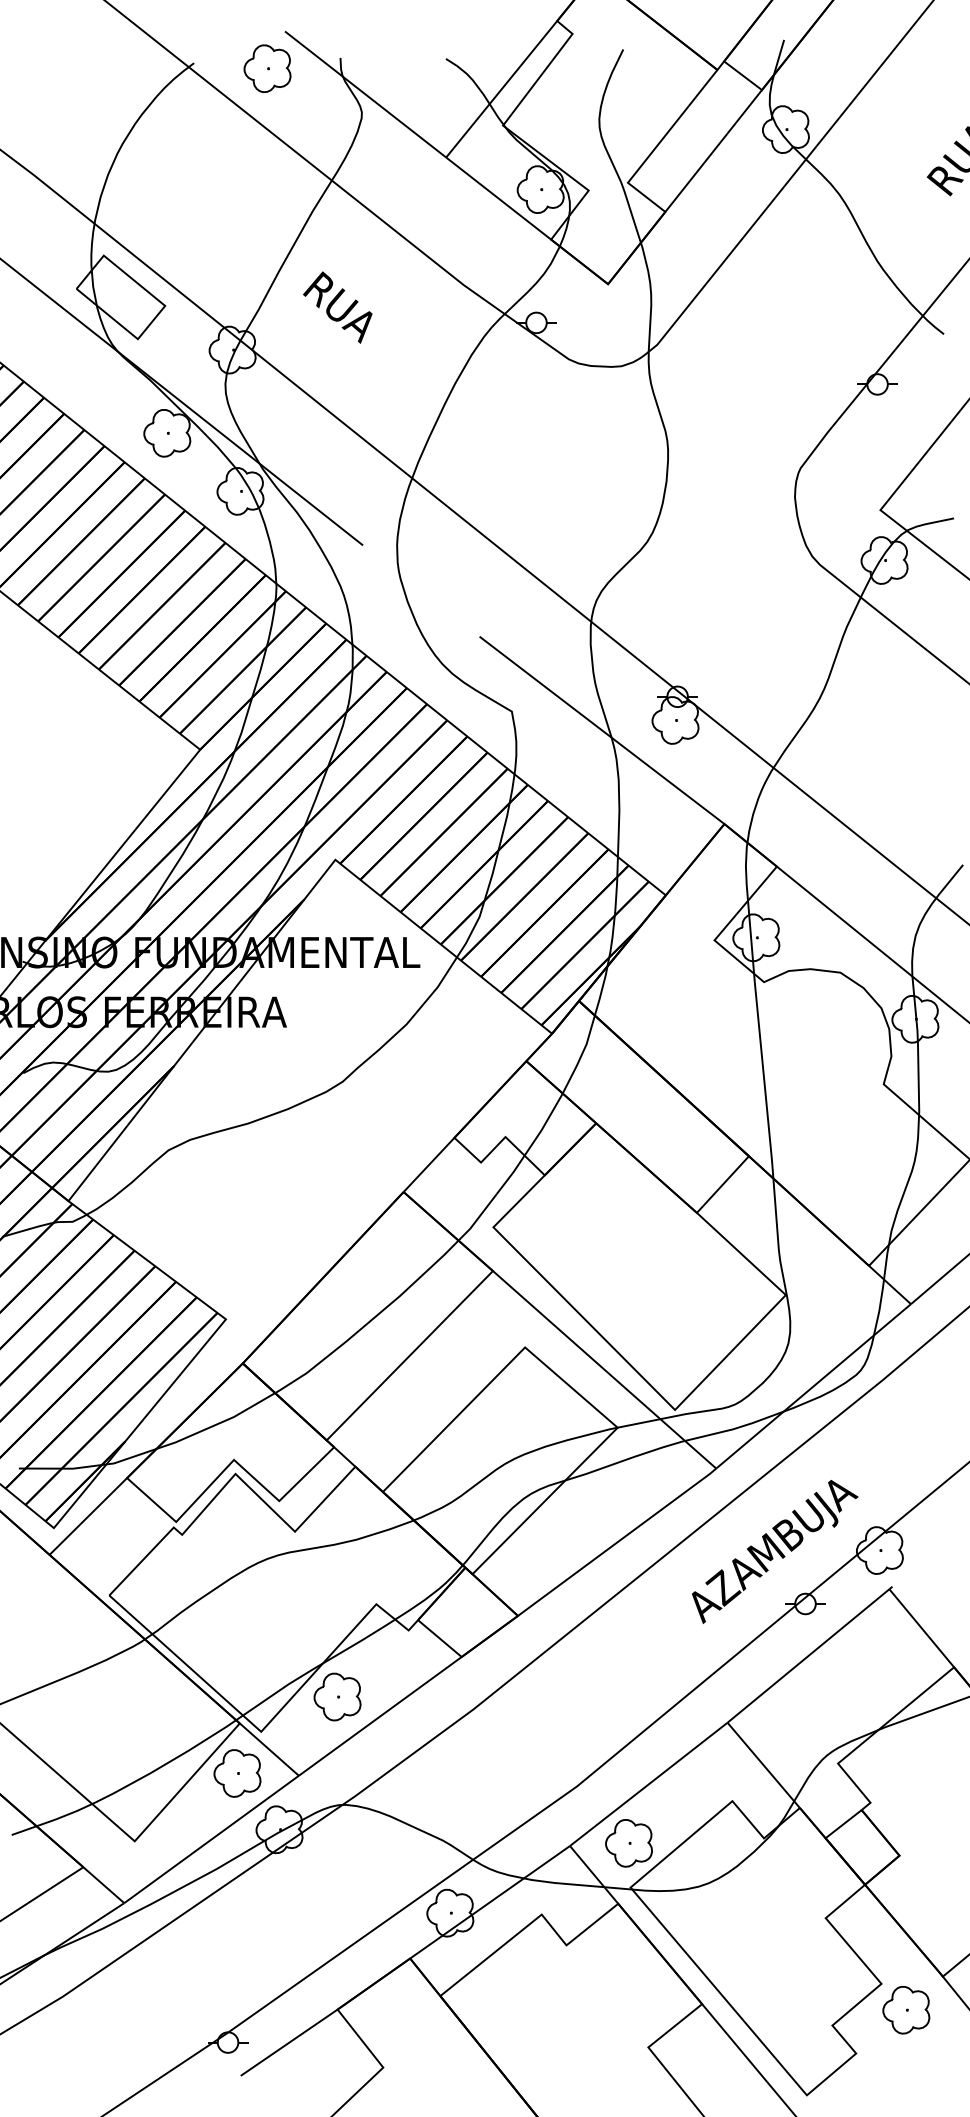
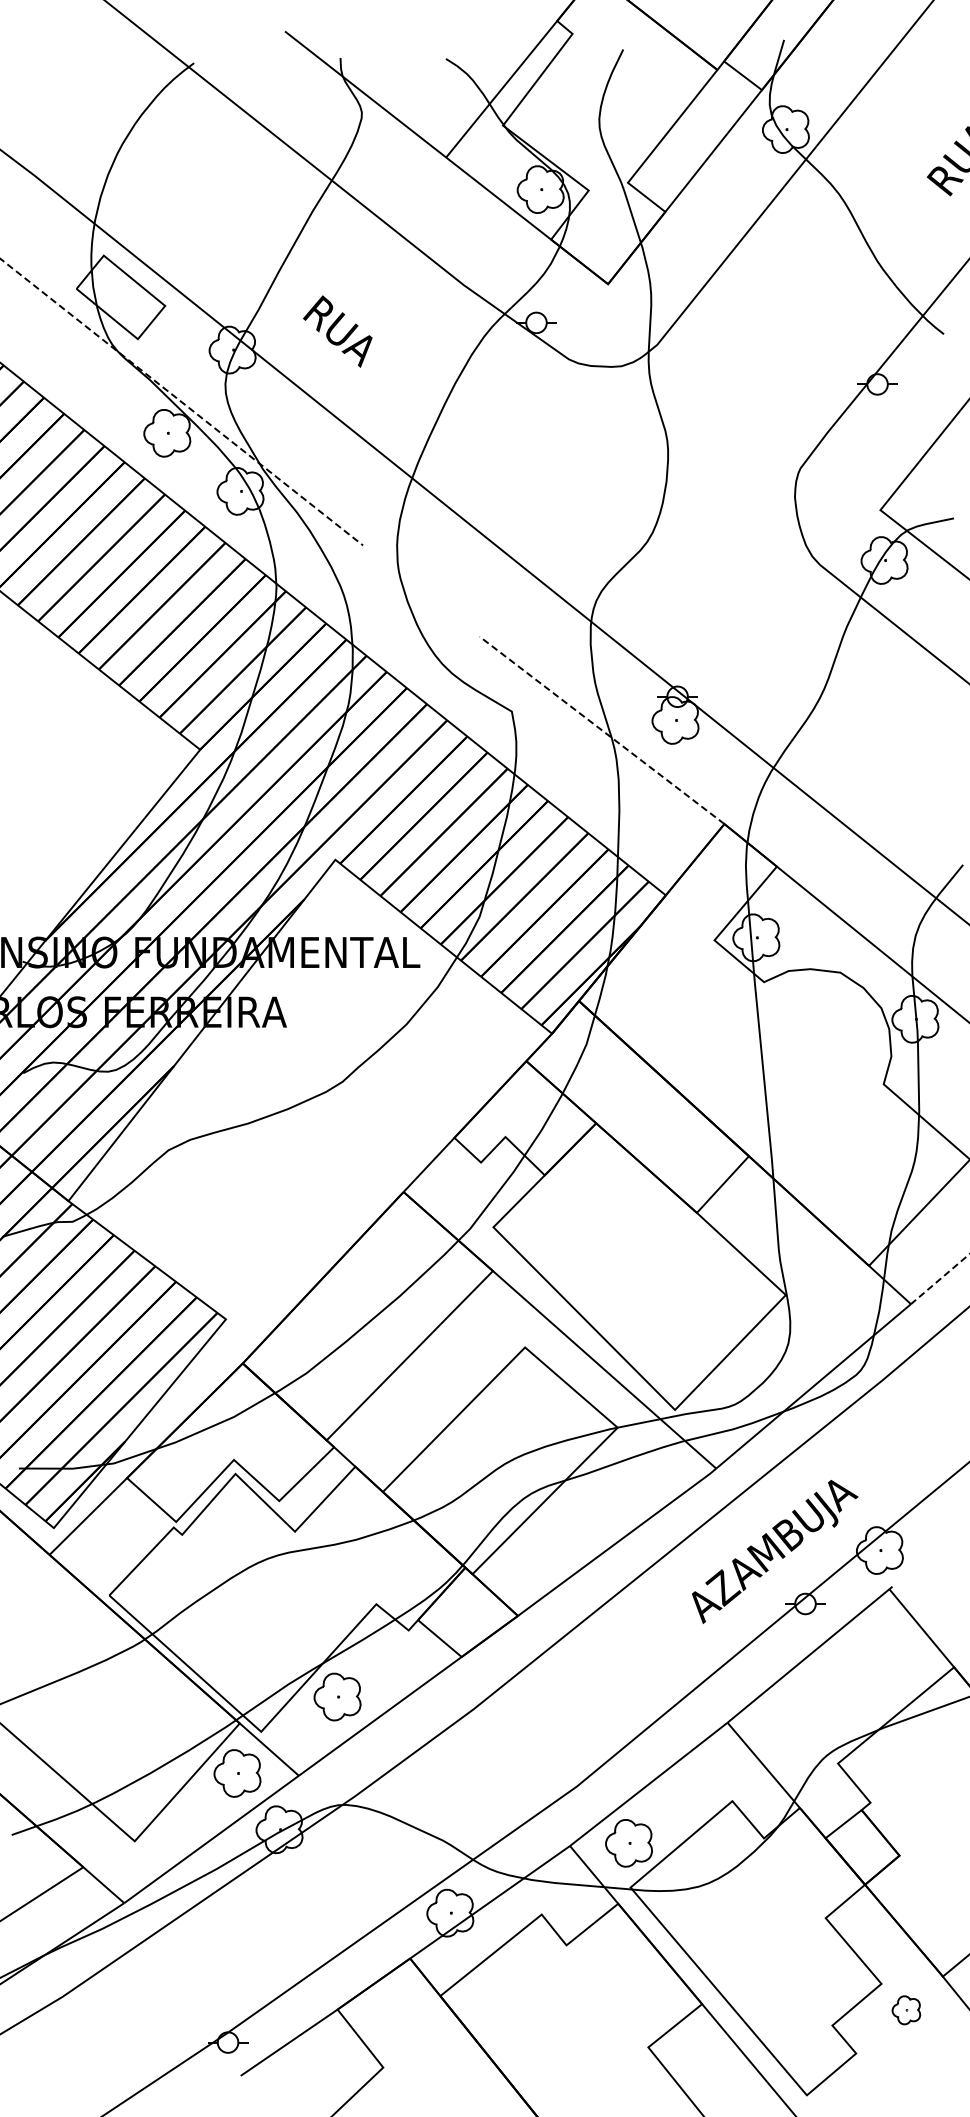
part at (267, 68): present -> none
text at (337, 307) position: (337, 307) -> (337, 331)
line at (181, 402): solid -> dashed
line at (601, 730): solid -> dashed
line at (939, 1279): solid -> dashed
part at (906, 2010) size: 49x49 px -> 31x31 px
